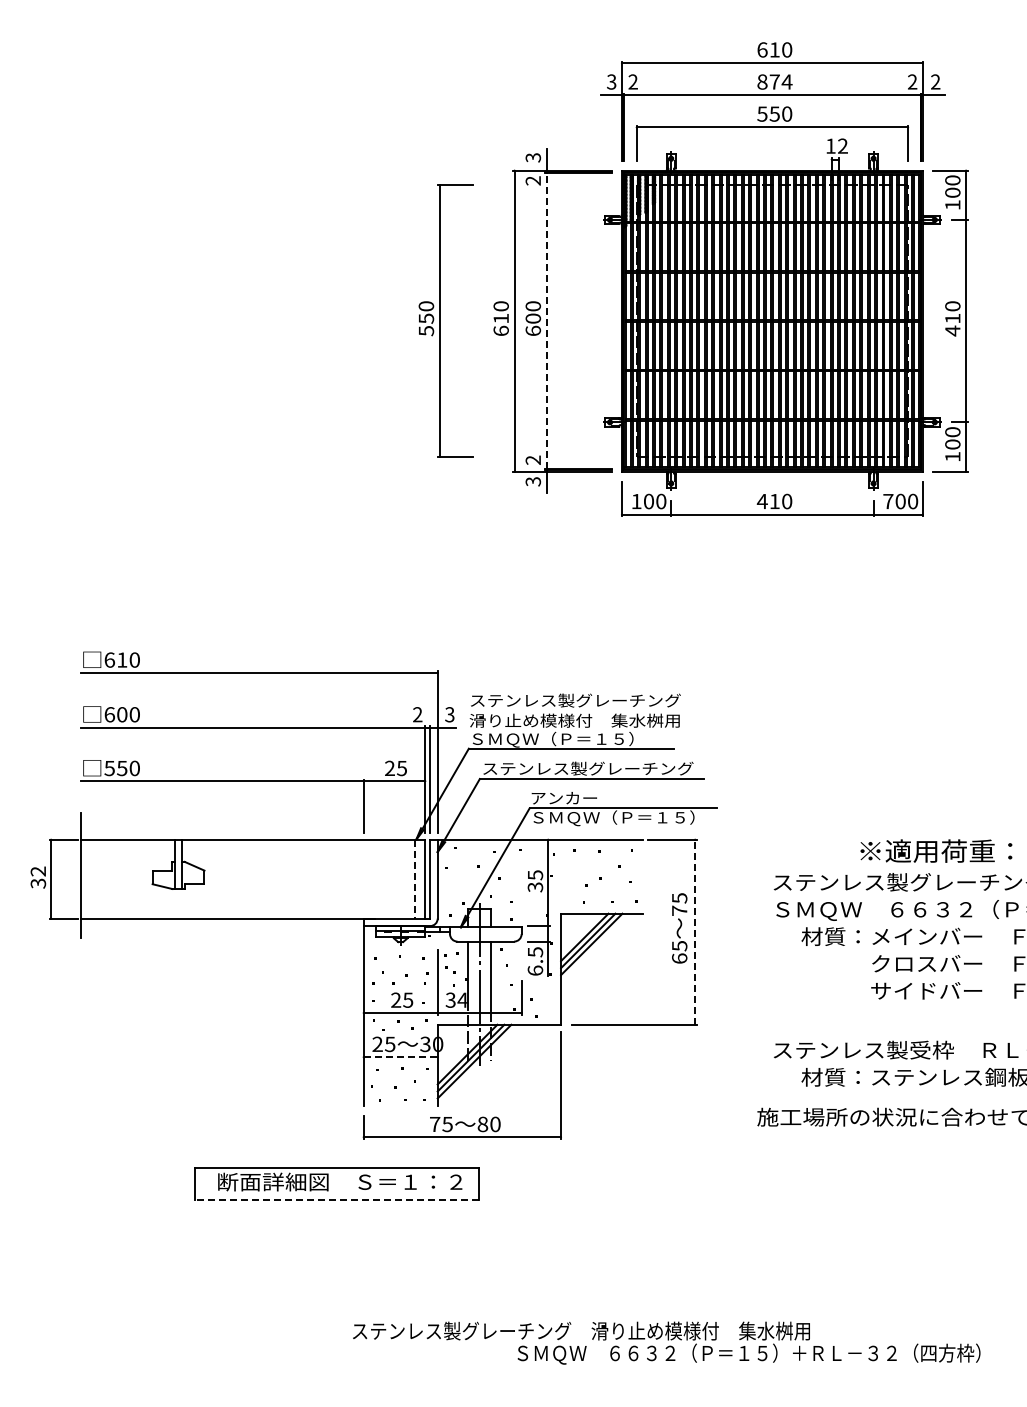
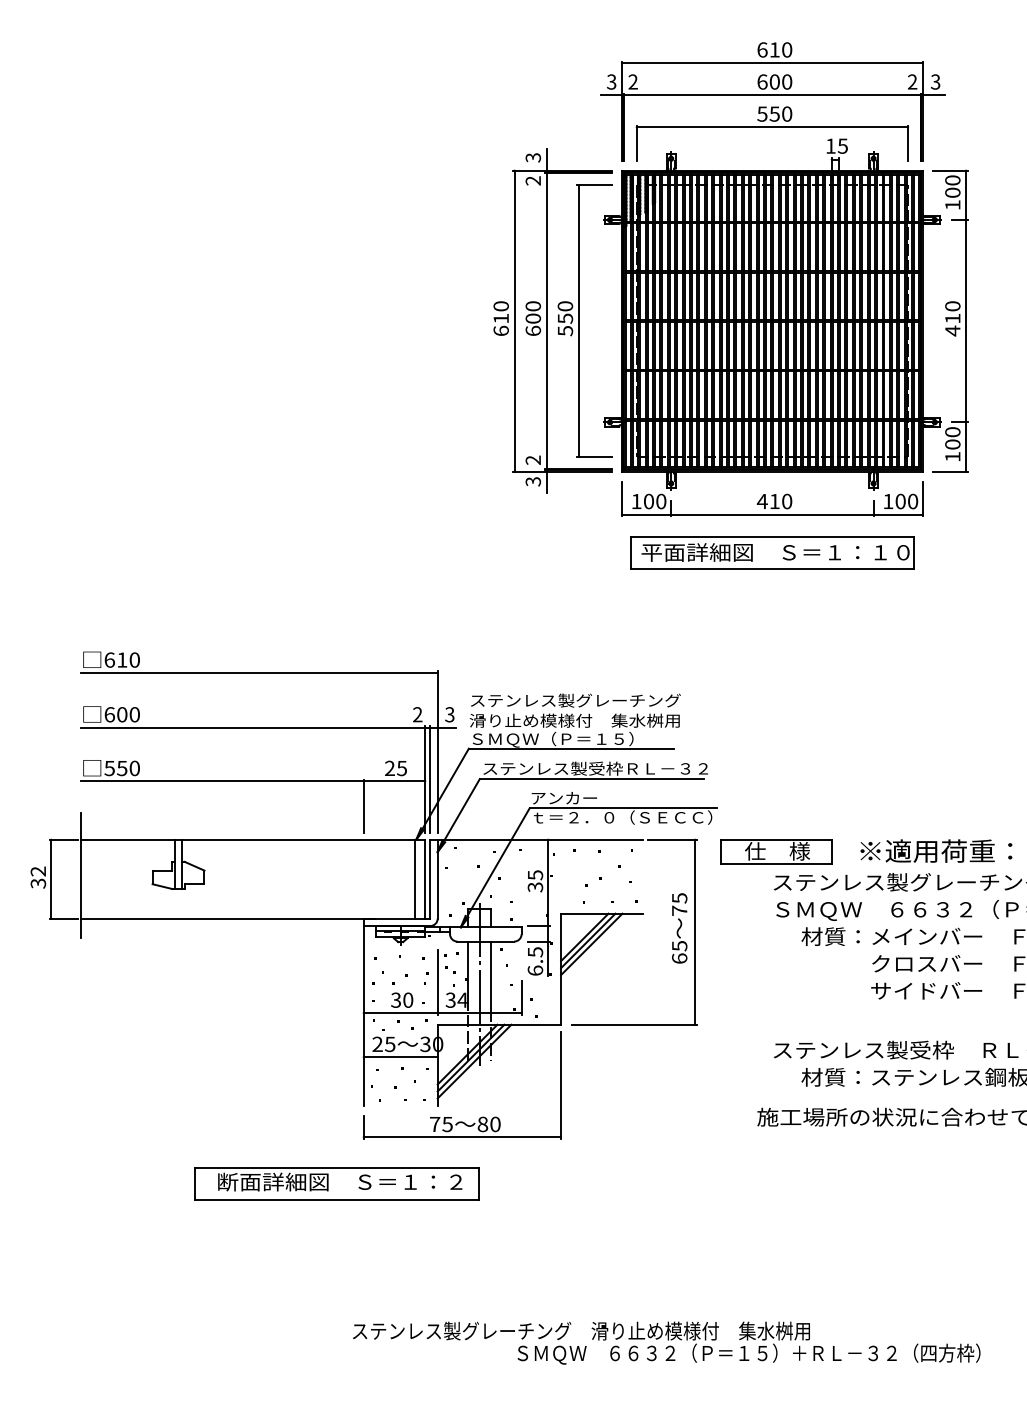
text at (774, 81): 874 -> 600
text at (935, 81): 2 -> 3
text at (842, 145): 12 -> 15
part at (445, 320) position: (445, 320) -> (584, 320)
line at (546, 320): dashed -> solid
text at (888, 501): 700 -> 100
part at (772, 552): none -> present
text at (648, 768): ステンレス製グレーチング -> ステンレス製受枠ＲＬ－３２
text at (622, 818): ＳＭＱＷ（Ｐ＝１５） -> ｔ＝２．０（ＳＥＣＣ）
part at (776, 851): none -> present
line at (415, 879): dashed -> solid
line at (695, 932): dashed -> solid
text at (402, 999): 25 -> 30
line at (401, 1057): dashed -> solid
line at (336, 1200): dashed -> solid
